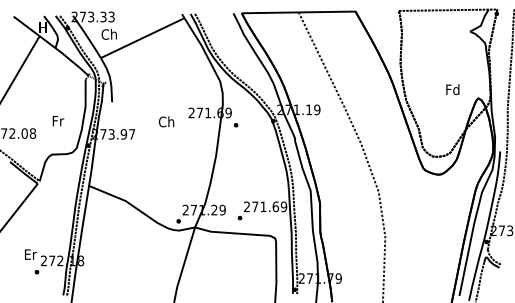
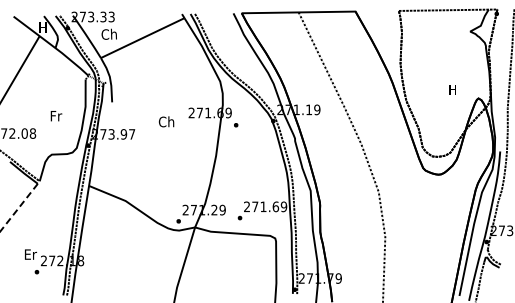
text at (452, 89): Fd -> H
text at (58, 121) position: (58, 121) -> (56, 116)
line at (18, 208): solid -> dashed
